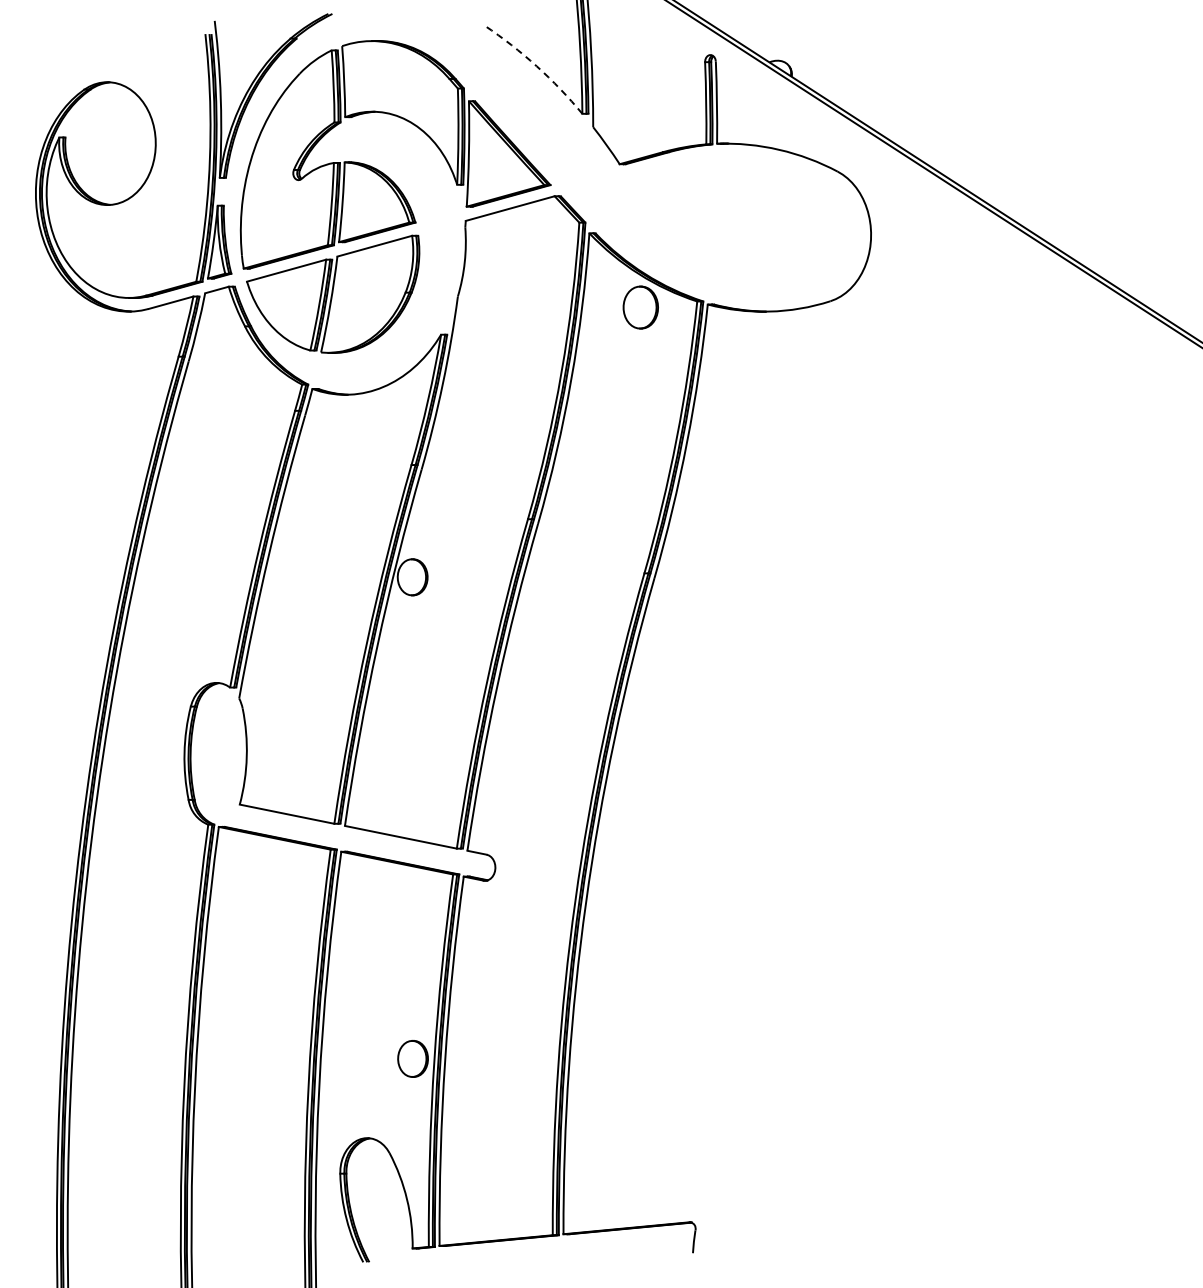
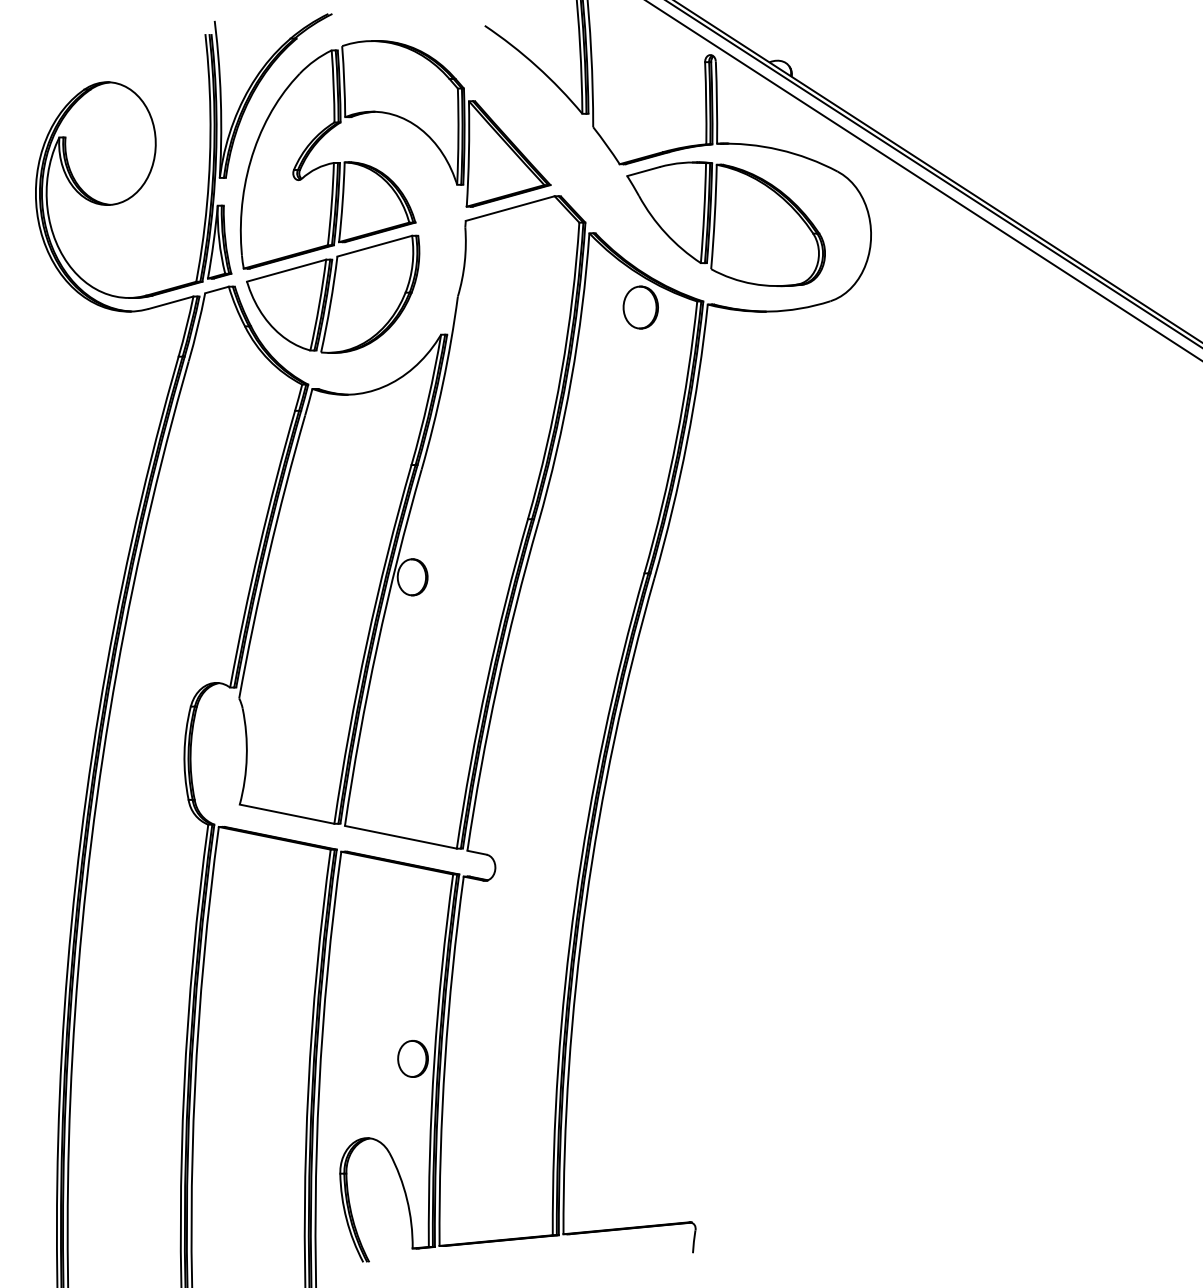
arc at (536, 66): dashed -> solid
line at (923, 180): none -> present
part at (725, 224): none -> present
